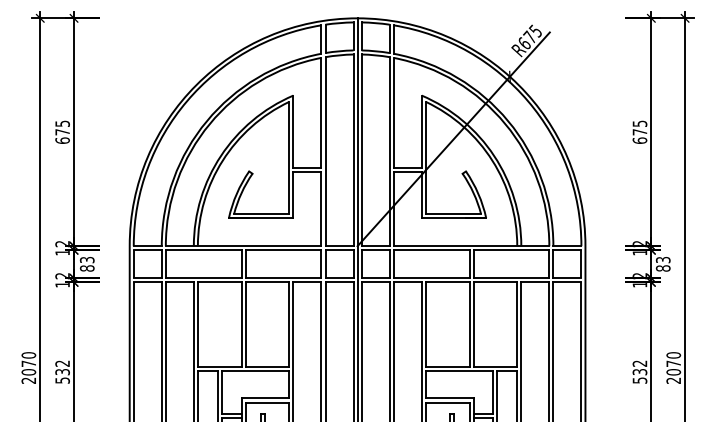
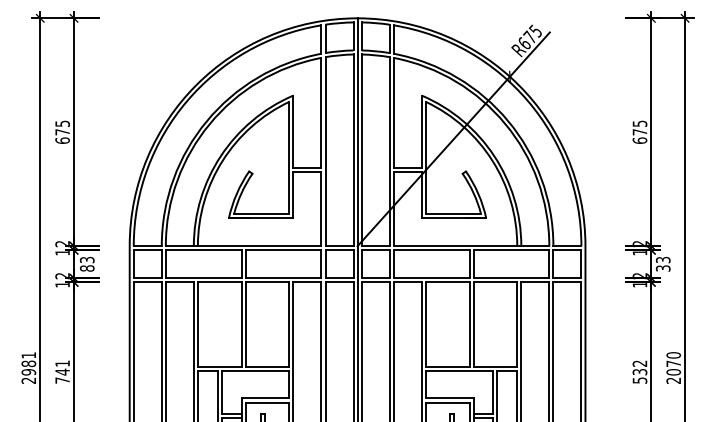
text at (663, 268): 83 -> 33
text at (28, 363): 2070 -> 2981
text at (62, 371): 532 -> 741
